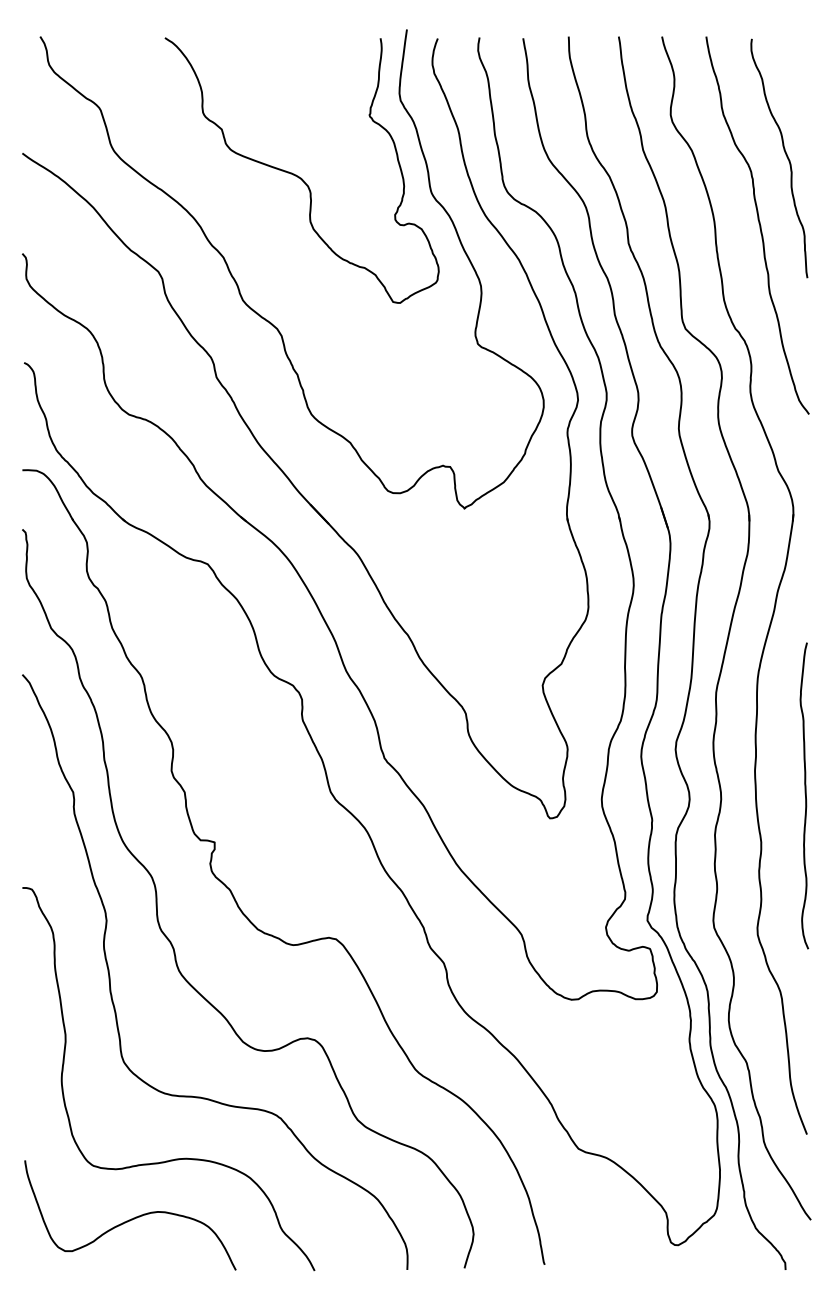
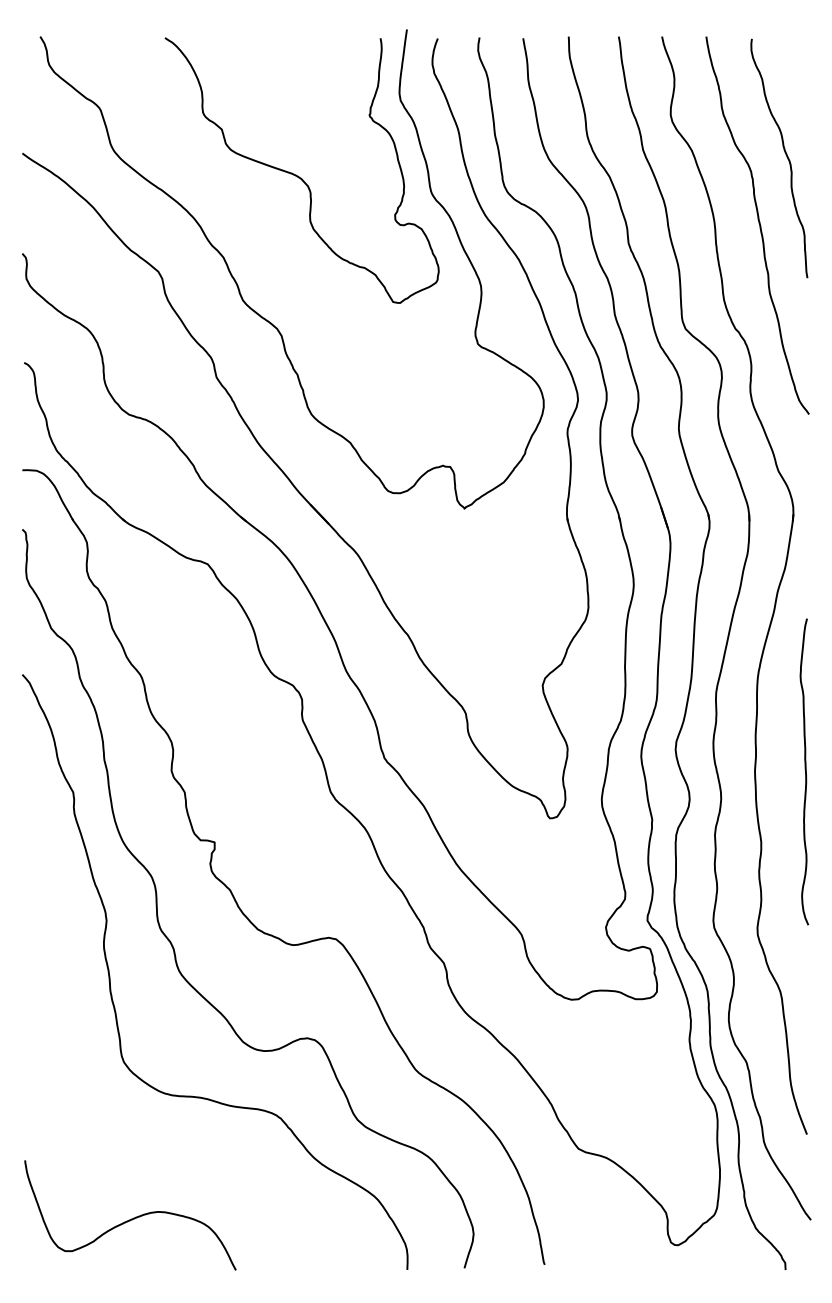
curve at (805, 795) position: (805, 795) -> (805, 771)
curve at (175, 1158): present -> none
